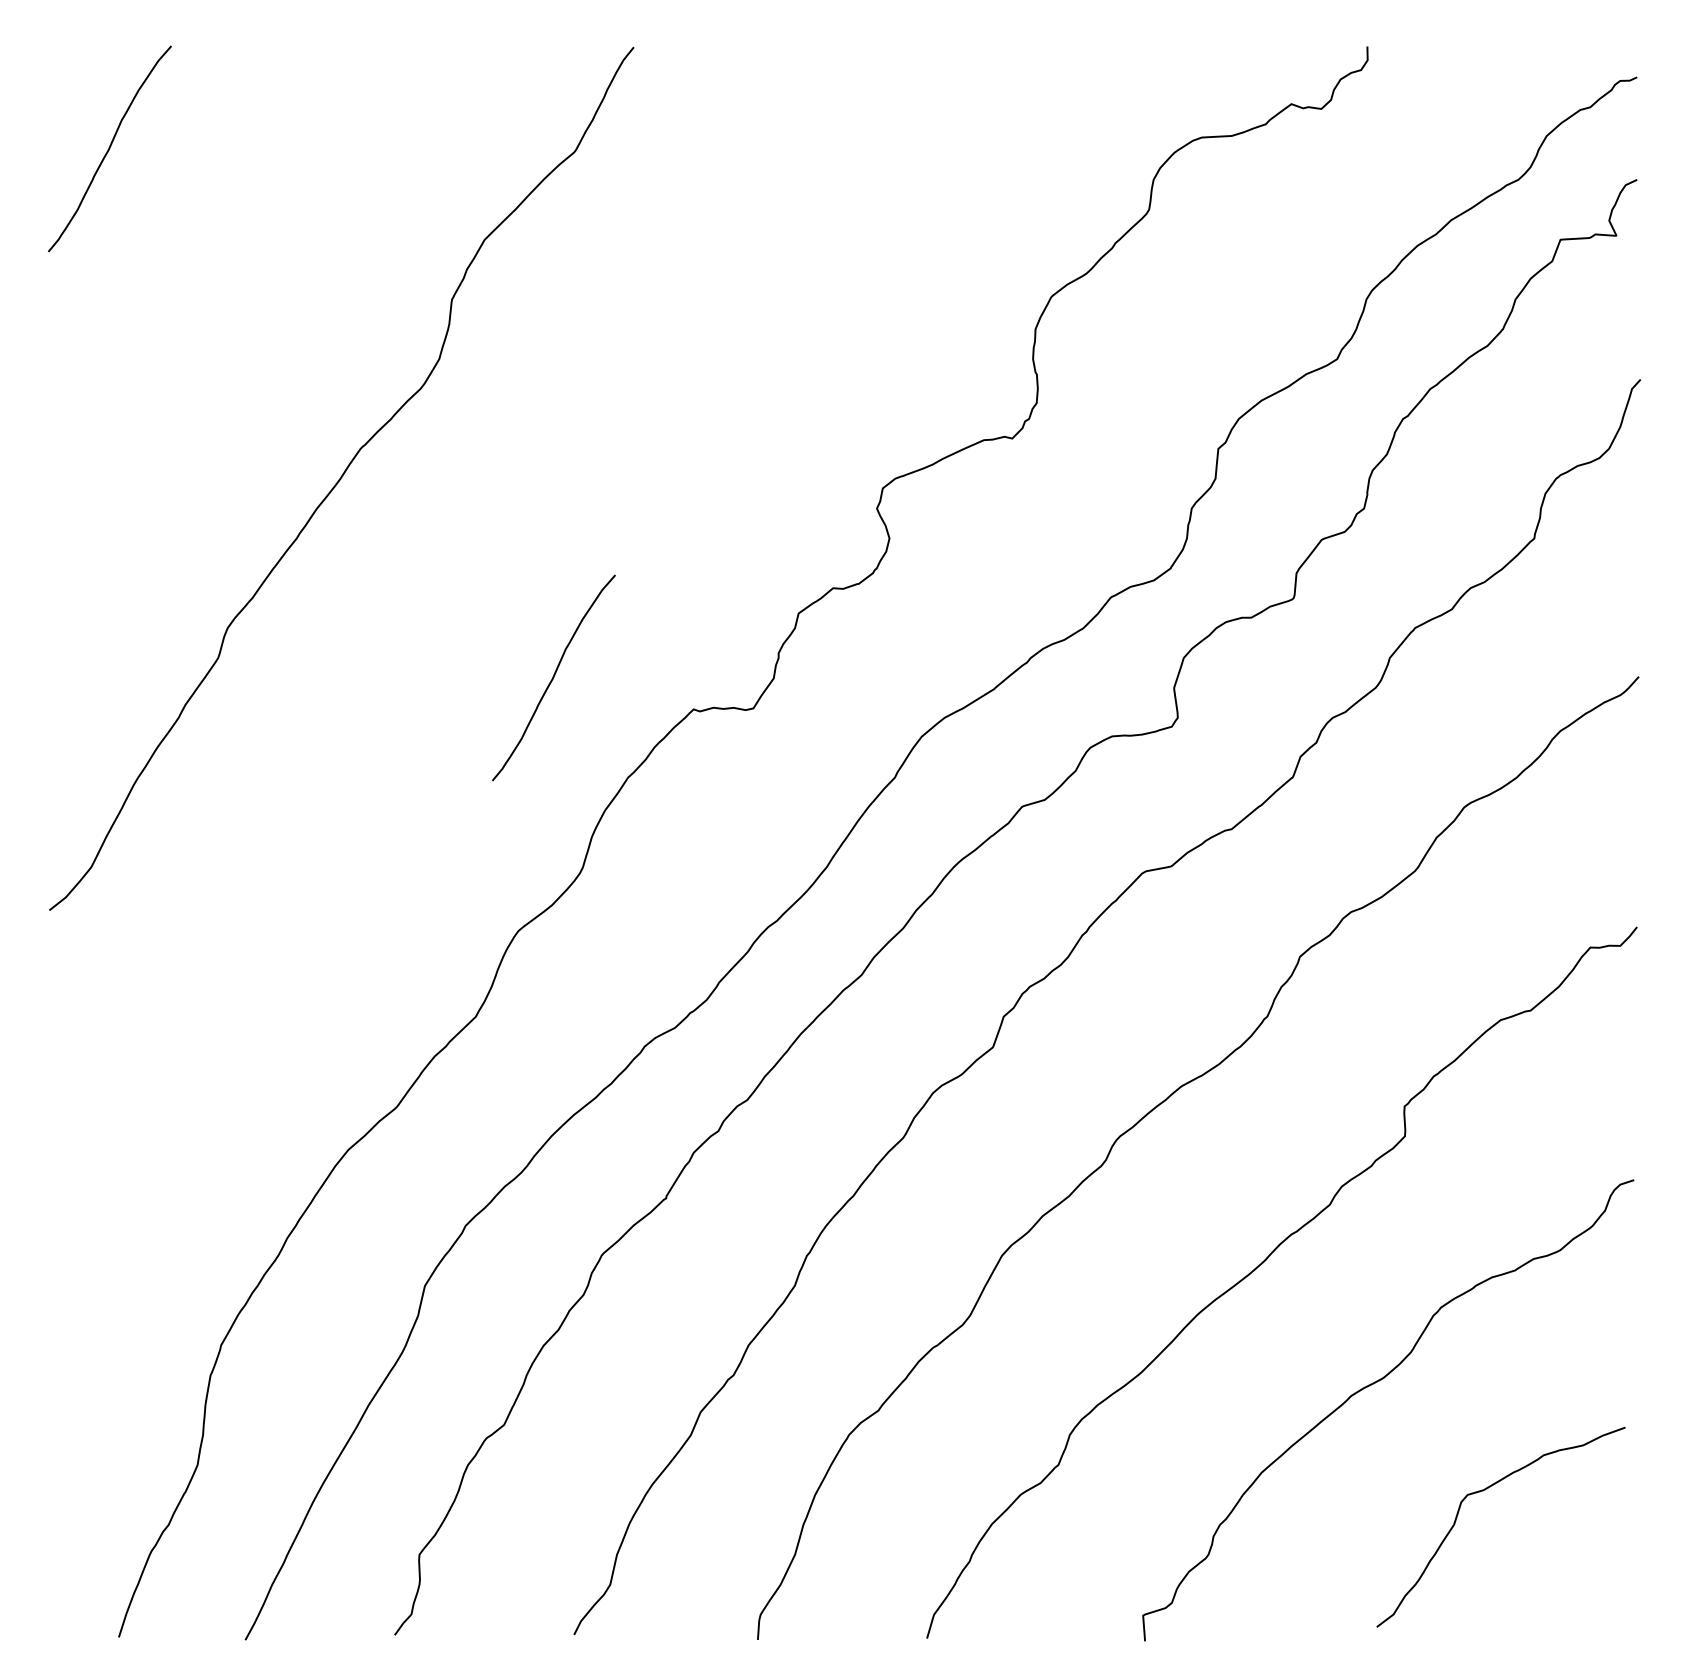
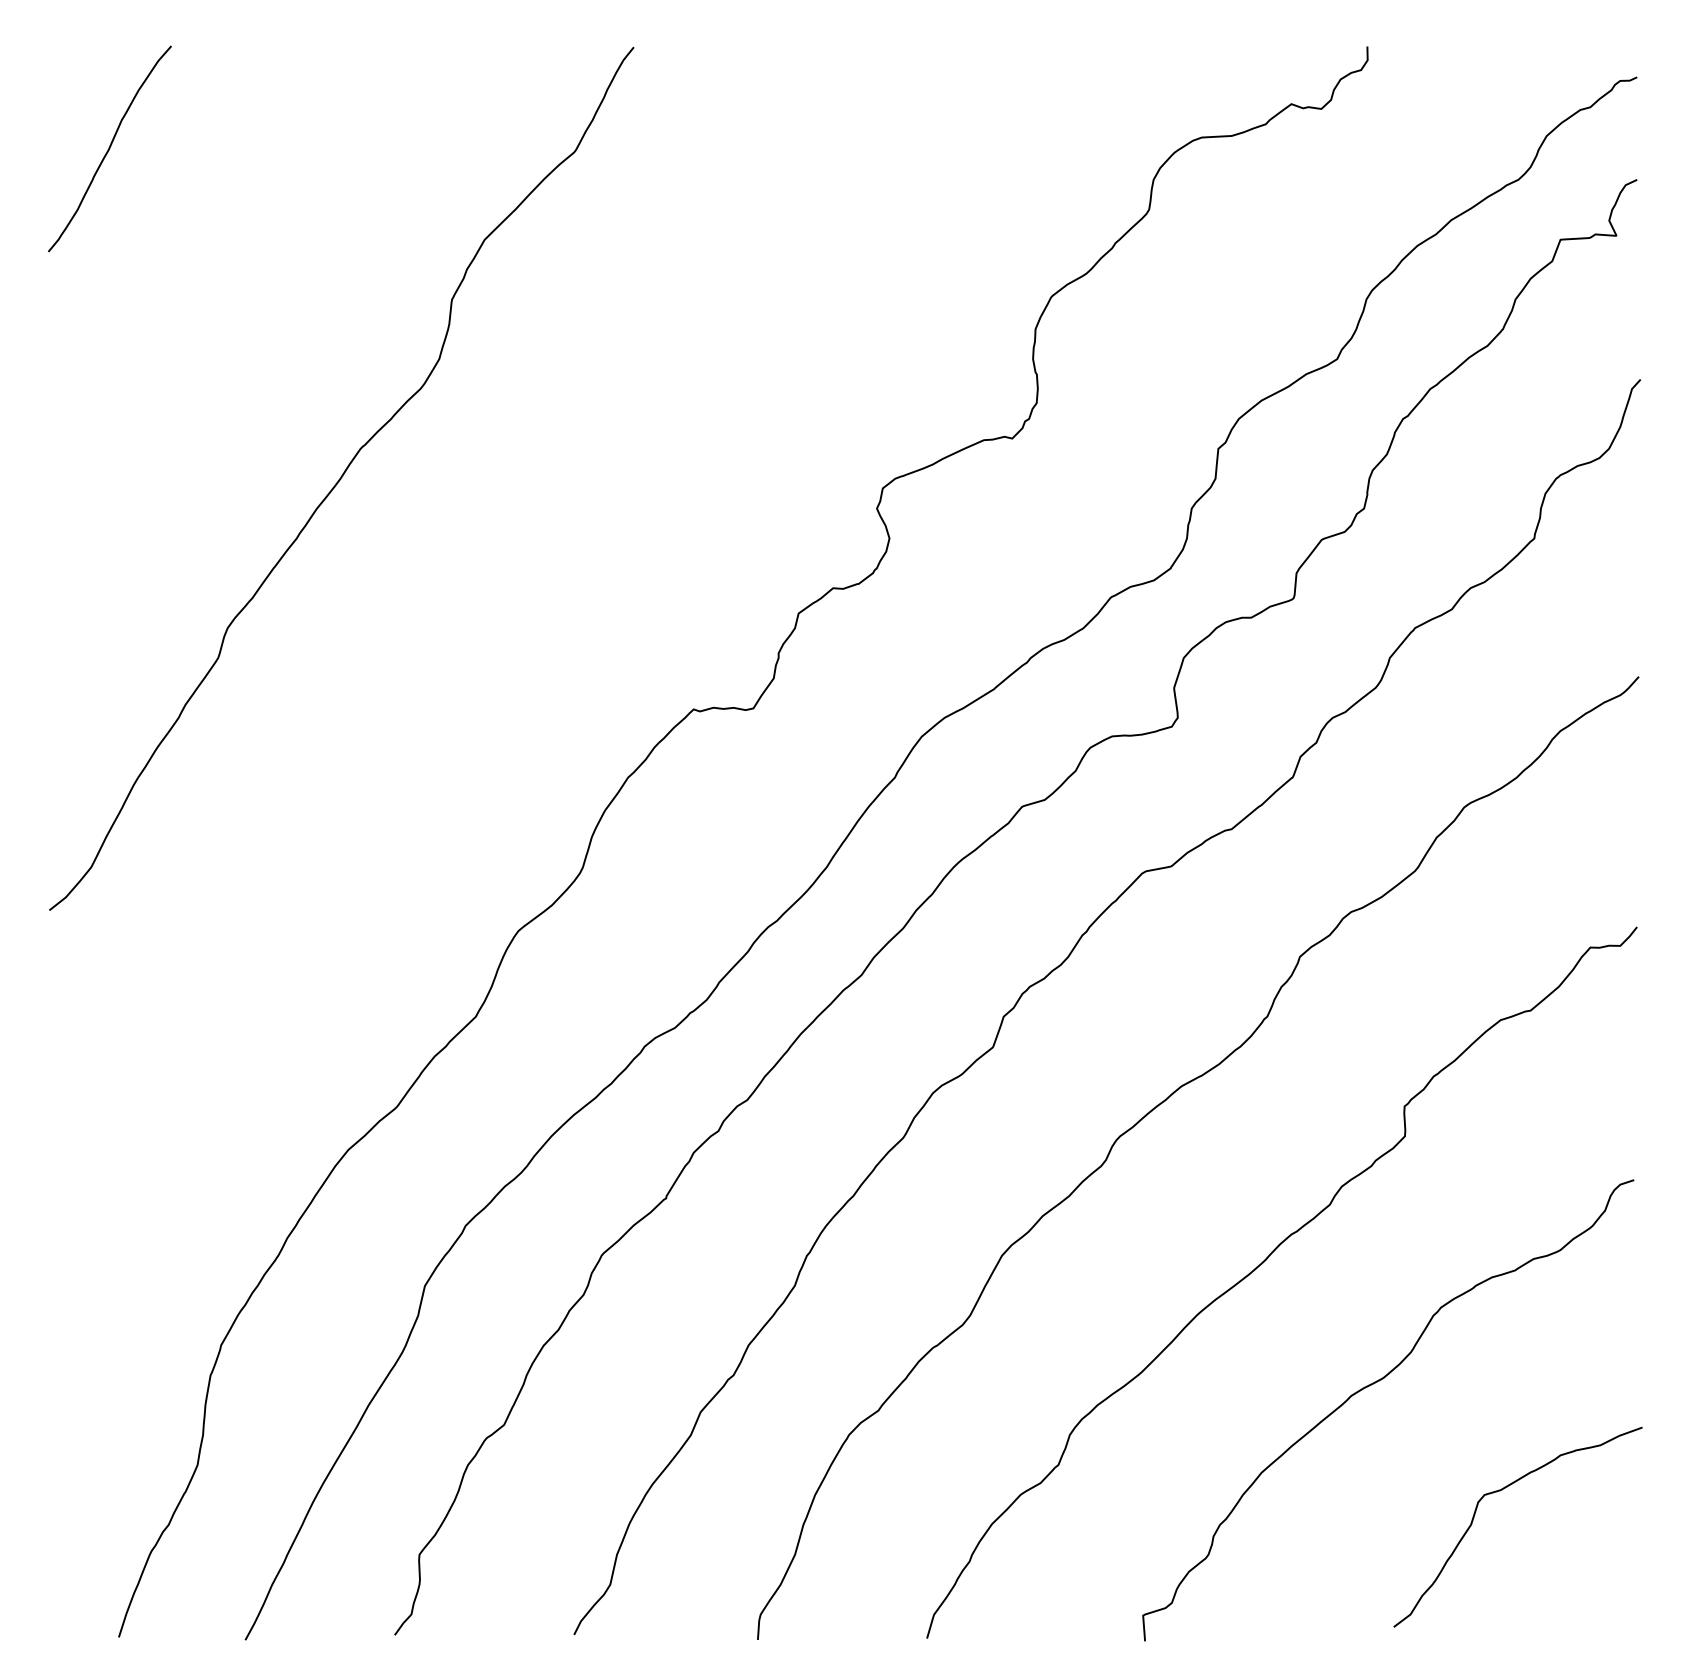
curve at (553, 677): present -> none
curve at (1483, 1491) position: (1483, 1491) -> (1500, 1491)
